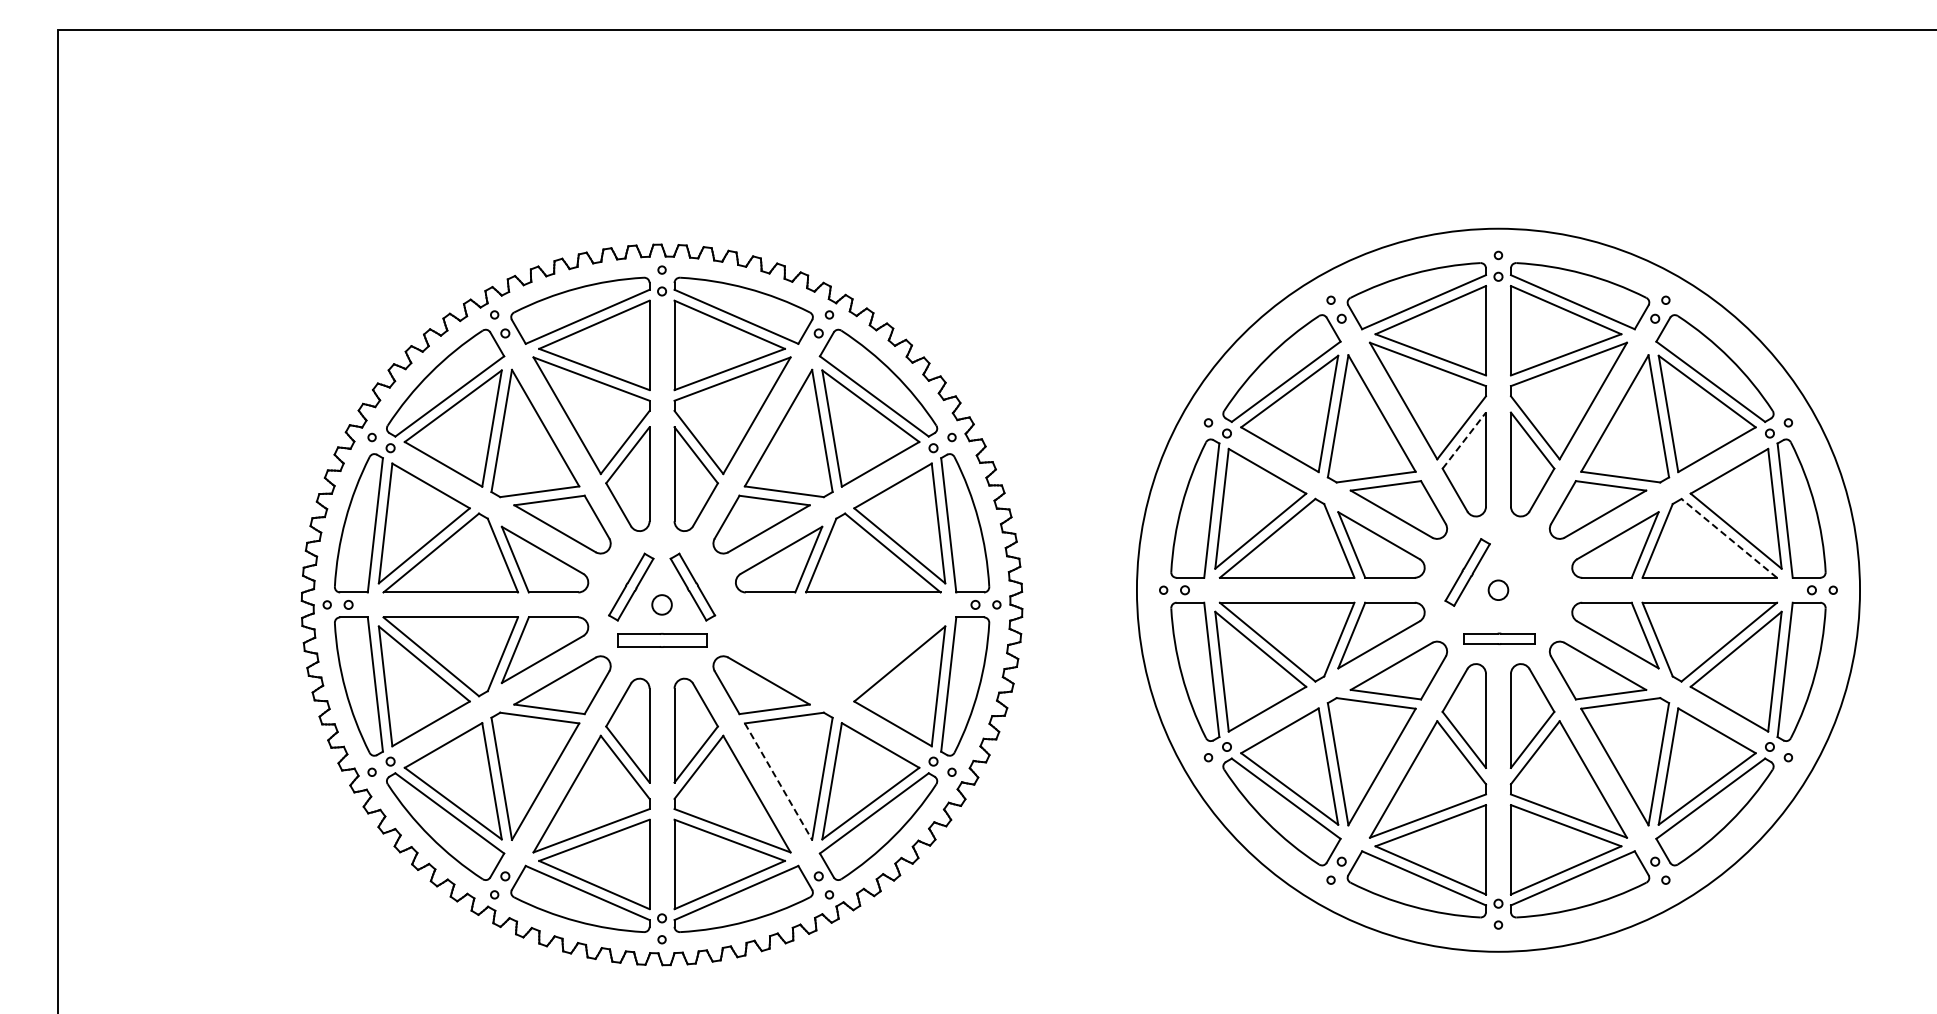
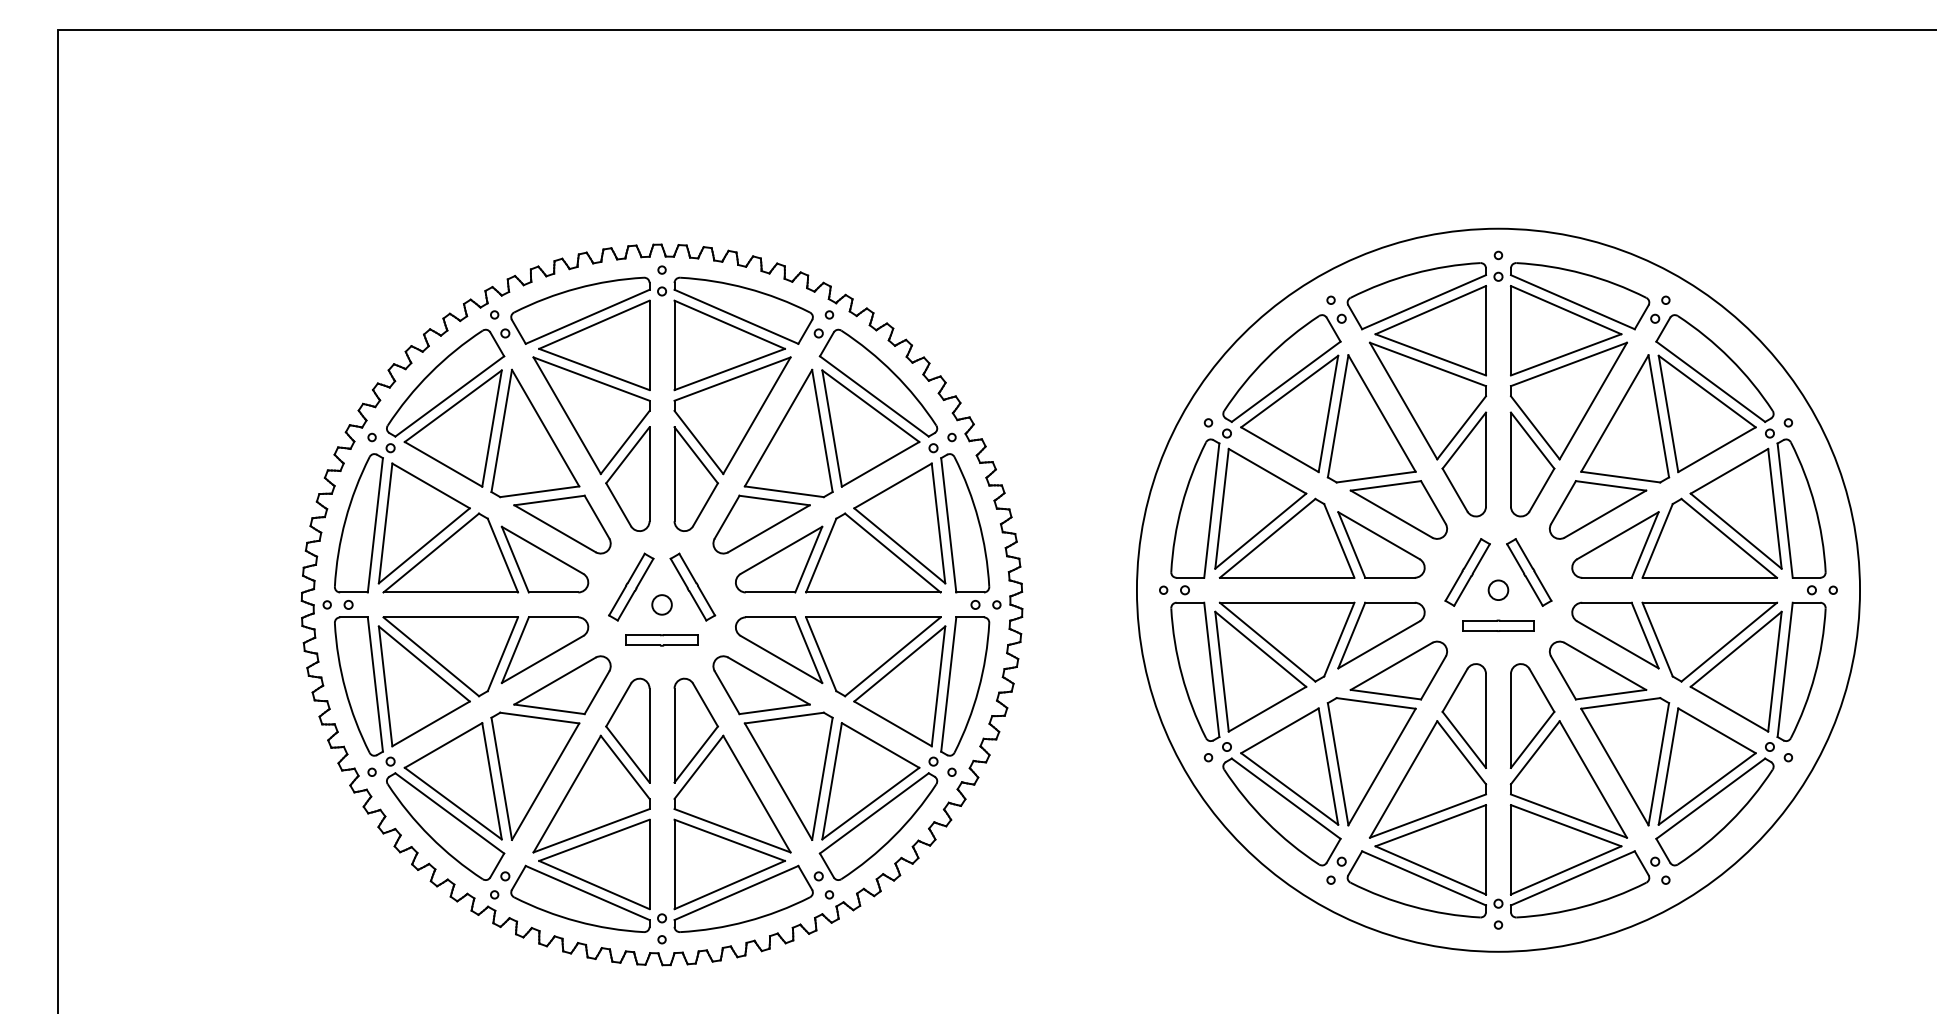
line at (1464, 440): dashed -> solid
line at (1729, 538): dashed -> solid
part at (1529, 572): none -> present
part at (1499, 638) position: (1499, 638) -> (1498, 625)
part at (662, 640) size: 91x15 px -> 74x13 px
part at (838, 656): none -> present
line at (778, 782): dashed -> solid
